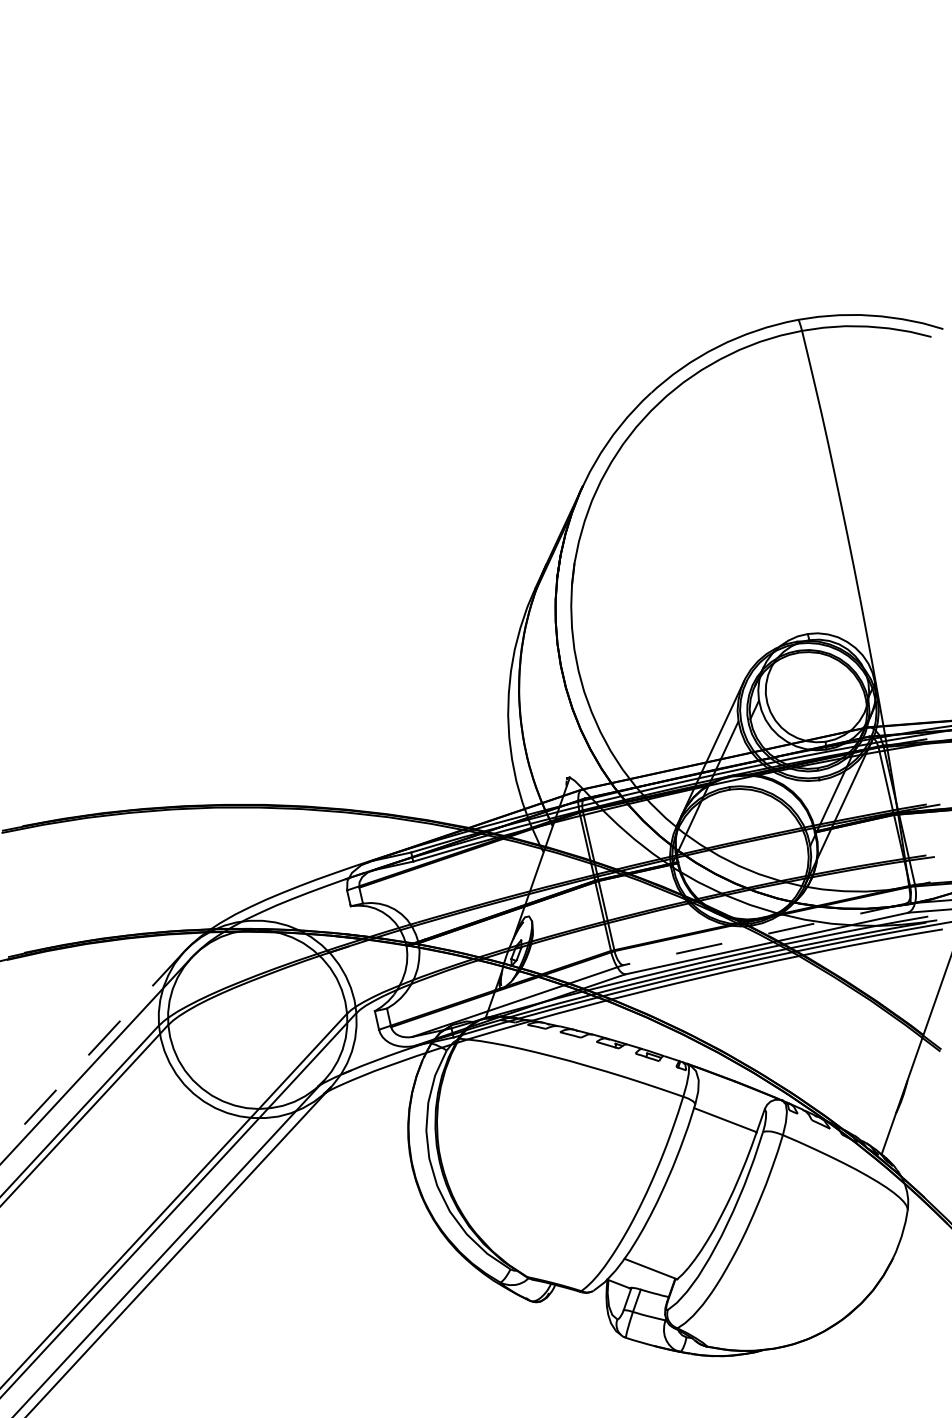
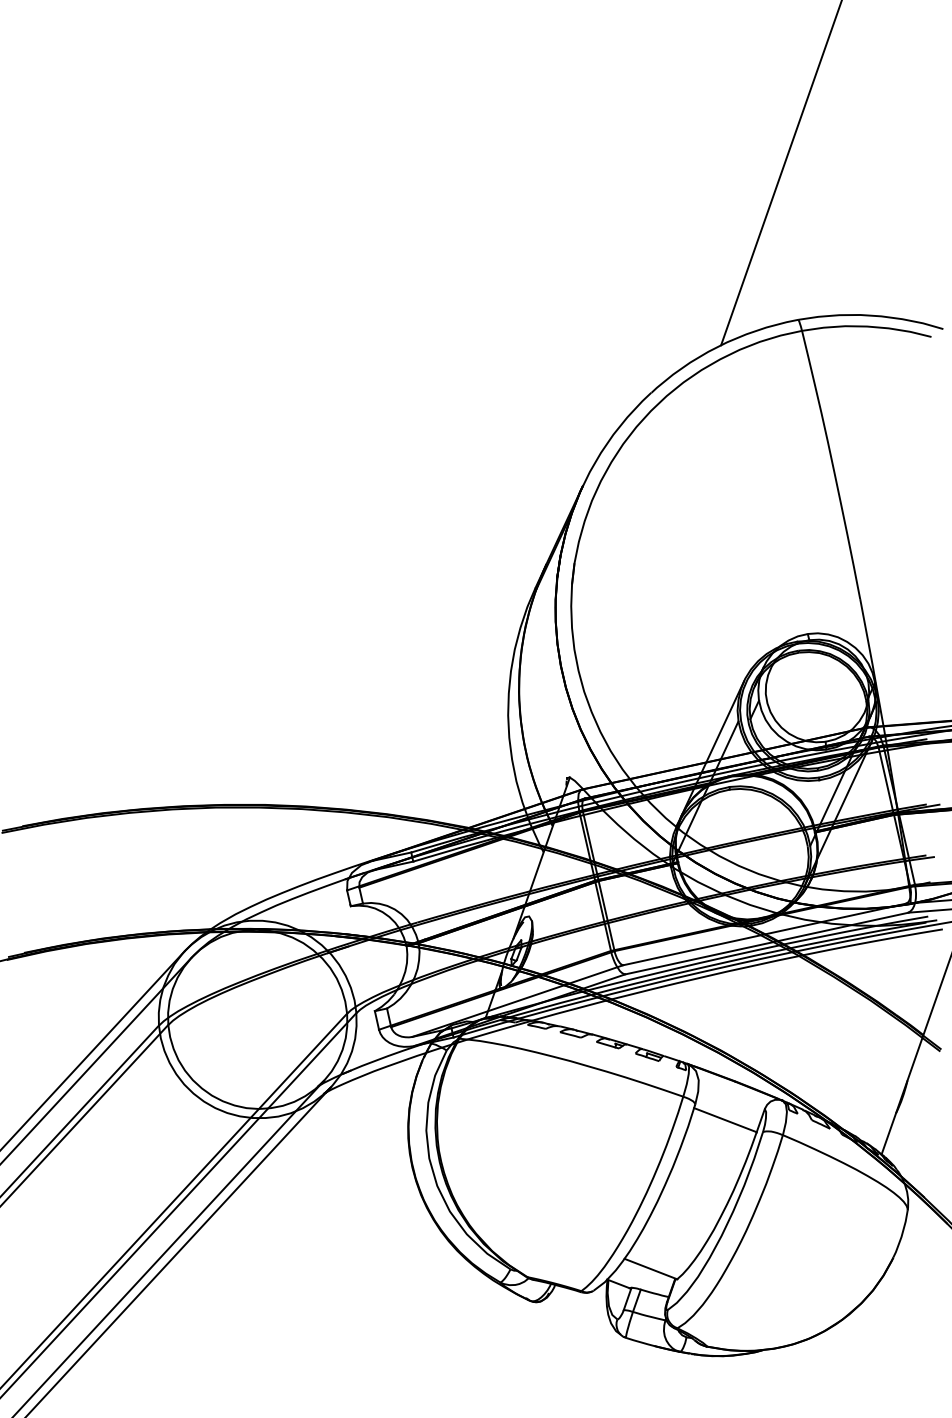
line at (781, 173): none -> present
line at (764, 934): dashed -> solid
line at (92, 1051): dashed -> solid
